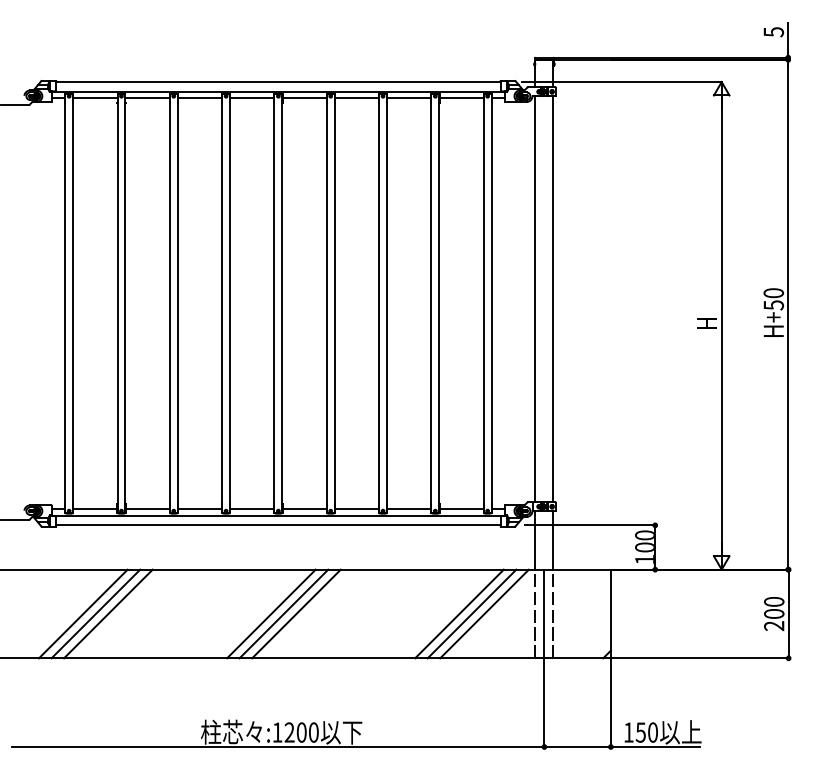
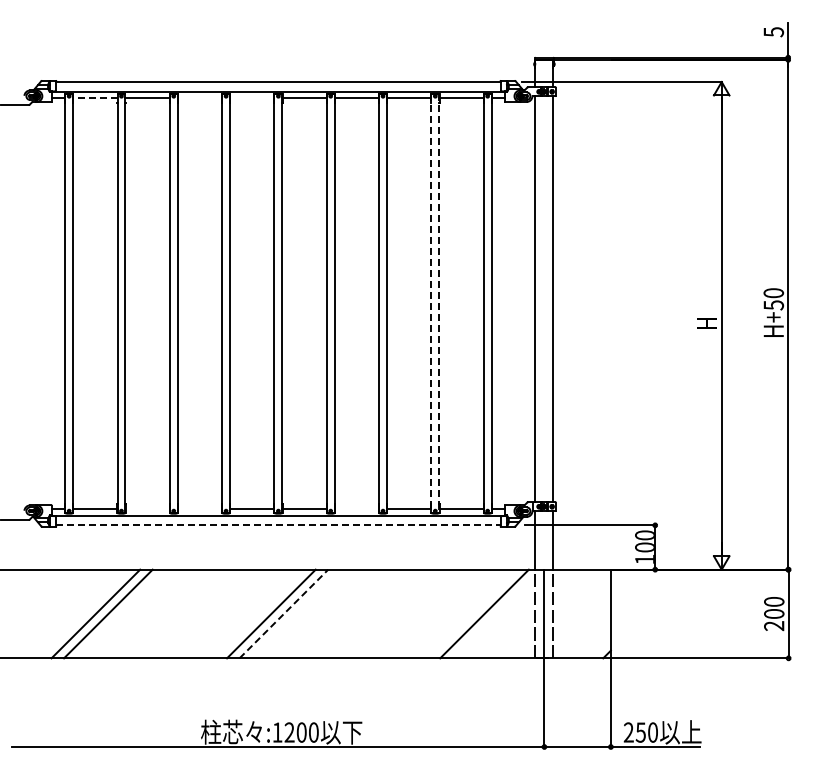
line at (94, 98): solid -> dashed
line at (199, 98): present -> none
line at (252, 98): present -> none
line at (431, 304): solid -> dashed
line at (439, 304): solid -> dashed
line at (147, 508): present -> none
line at (199, 508): present -> none
line at (356, 508): present -> none
line at (278, 525): solid -> dashed
line at (83, 613): present -> none
line at (296, 613): present -> none
line at (459, 613): present -> none
line at (471, 613): present -> none
line at (283, 614): solid -> dashed
text at (628, 732): 150 -> 250
